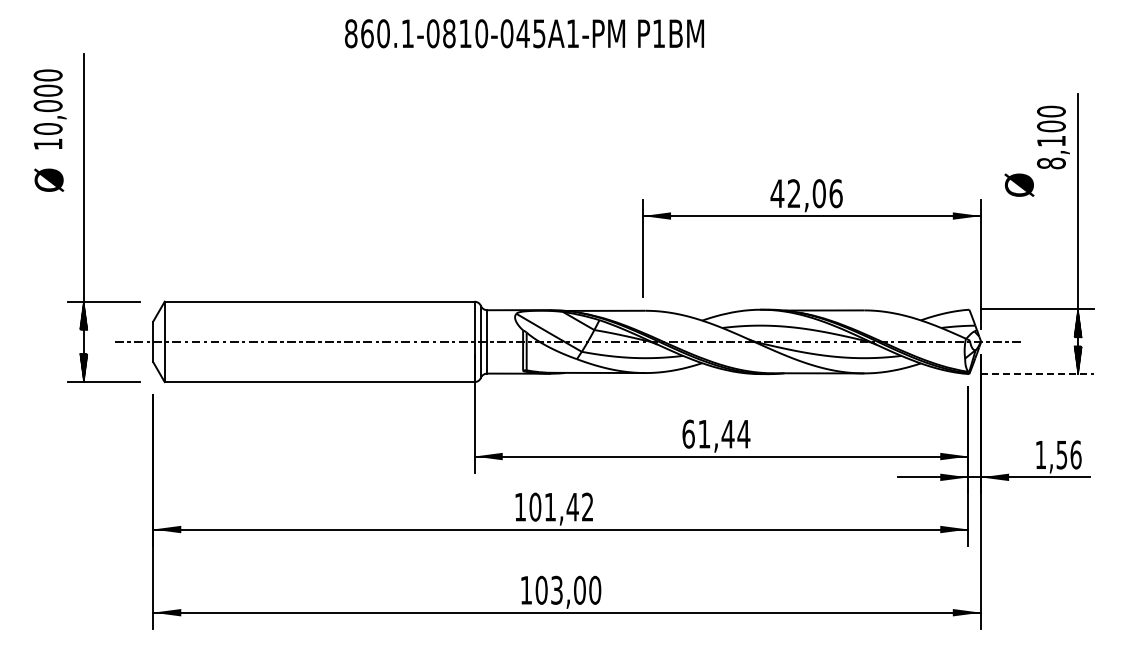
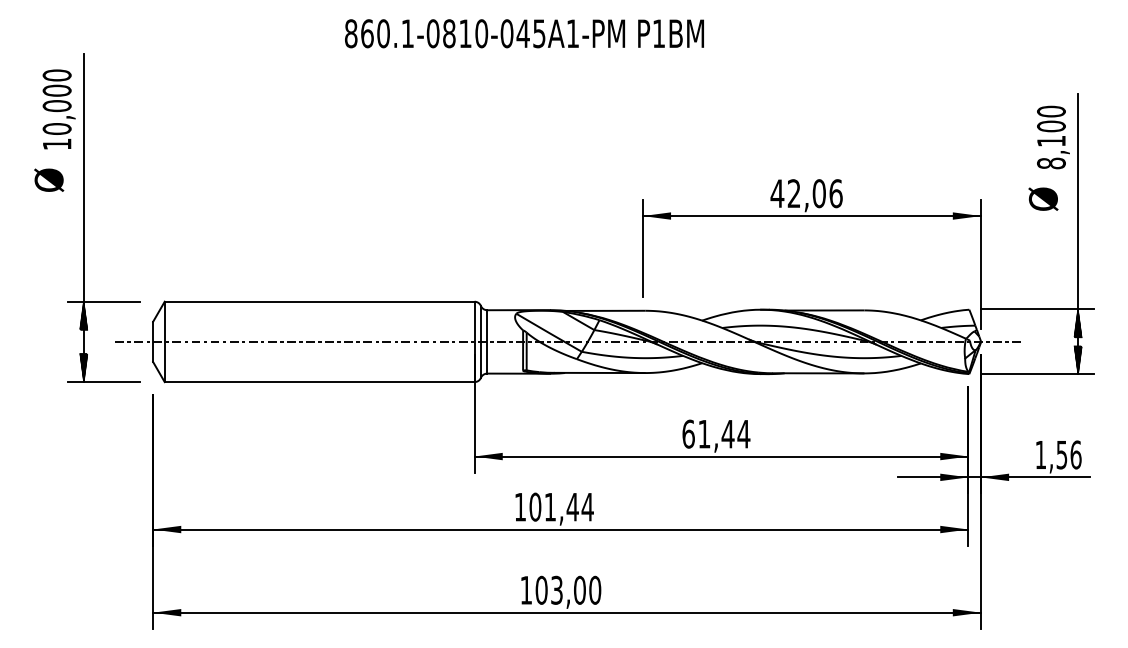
text at (49, 109) position: (49, 109) -> (58, 109)
text at (1019, 184) position: (1019, 184) -> (1043, 198)
line at (1037, 374): dashed -> solid
text at (587, 506): 101,42 -> 101,44
